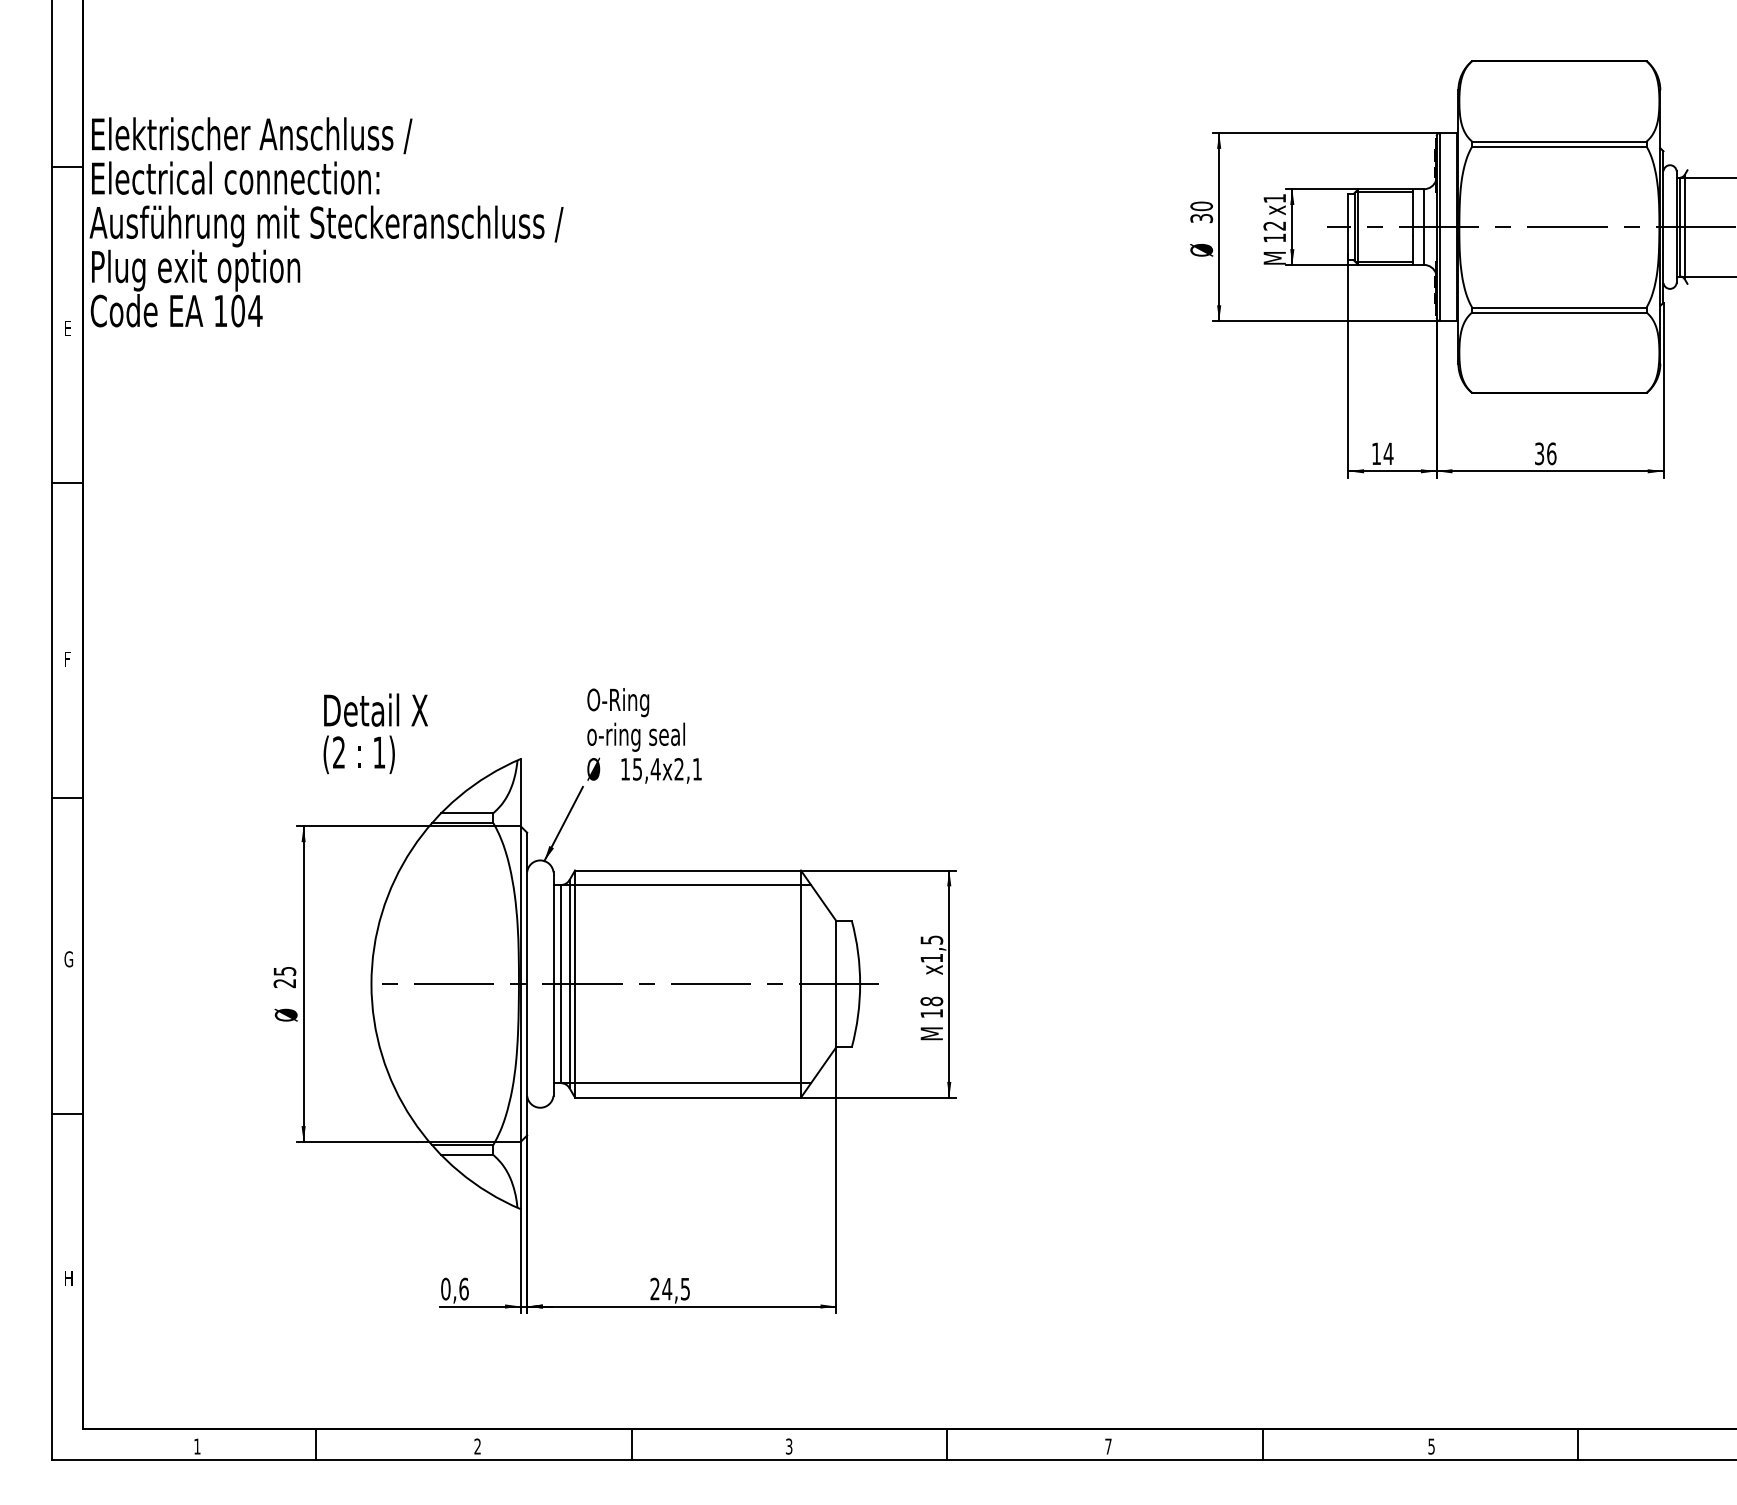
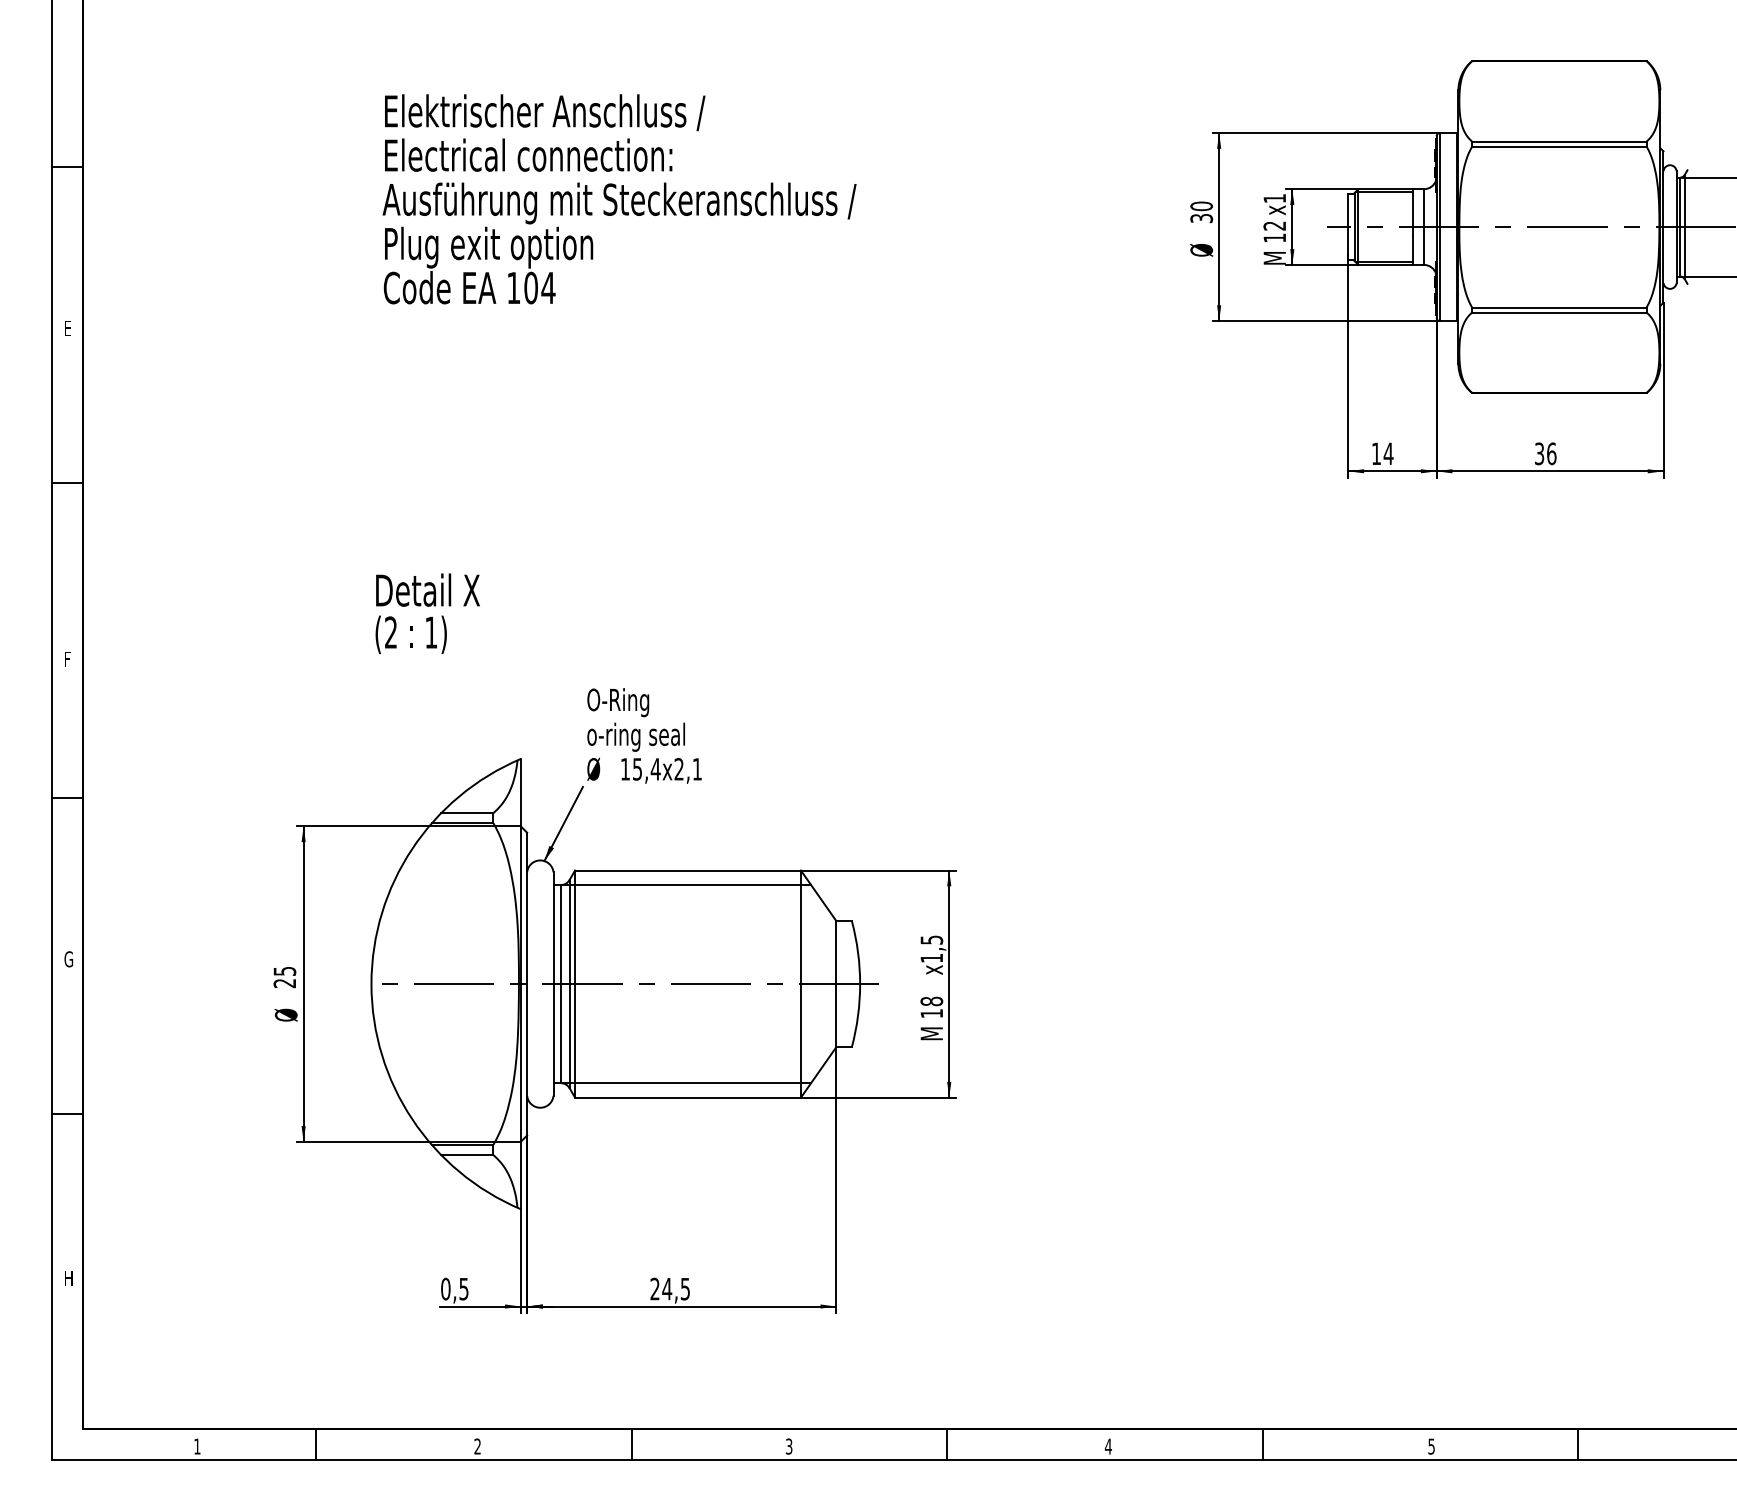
text at (326, 222) position: (326, 222) -> (619, 199)
text at (375, 733) position: (375, 733) -> (427, 613)
text at (463, 1288): 0,6 -> 0,5
text at (1107, 1446): 7 -> 4
